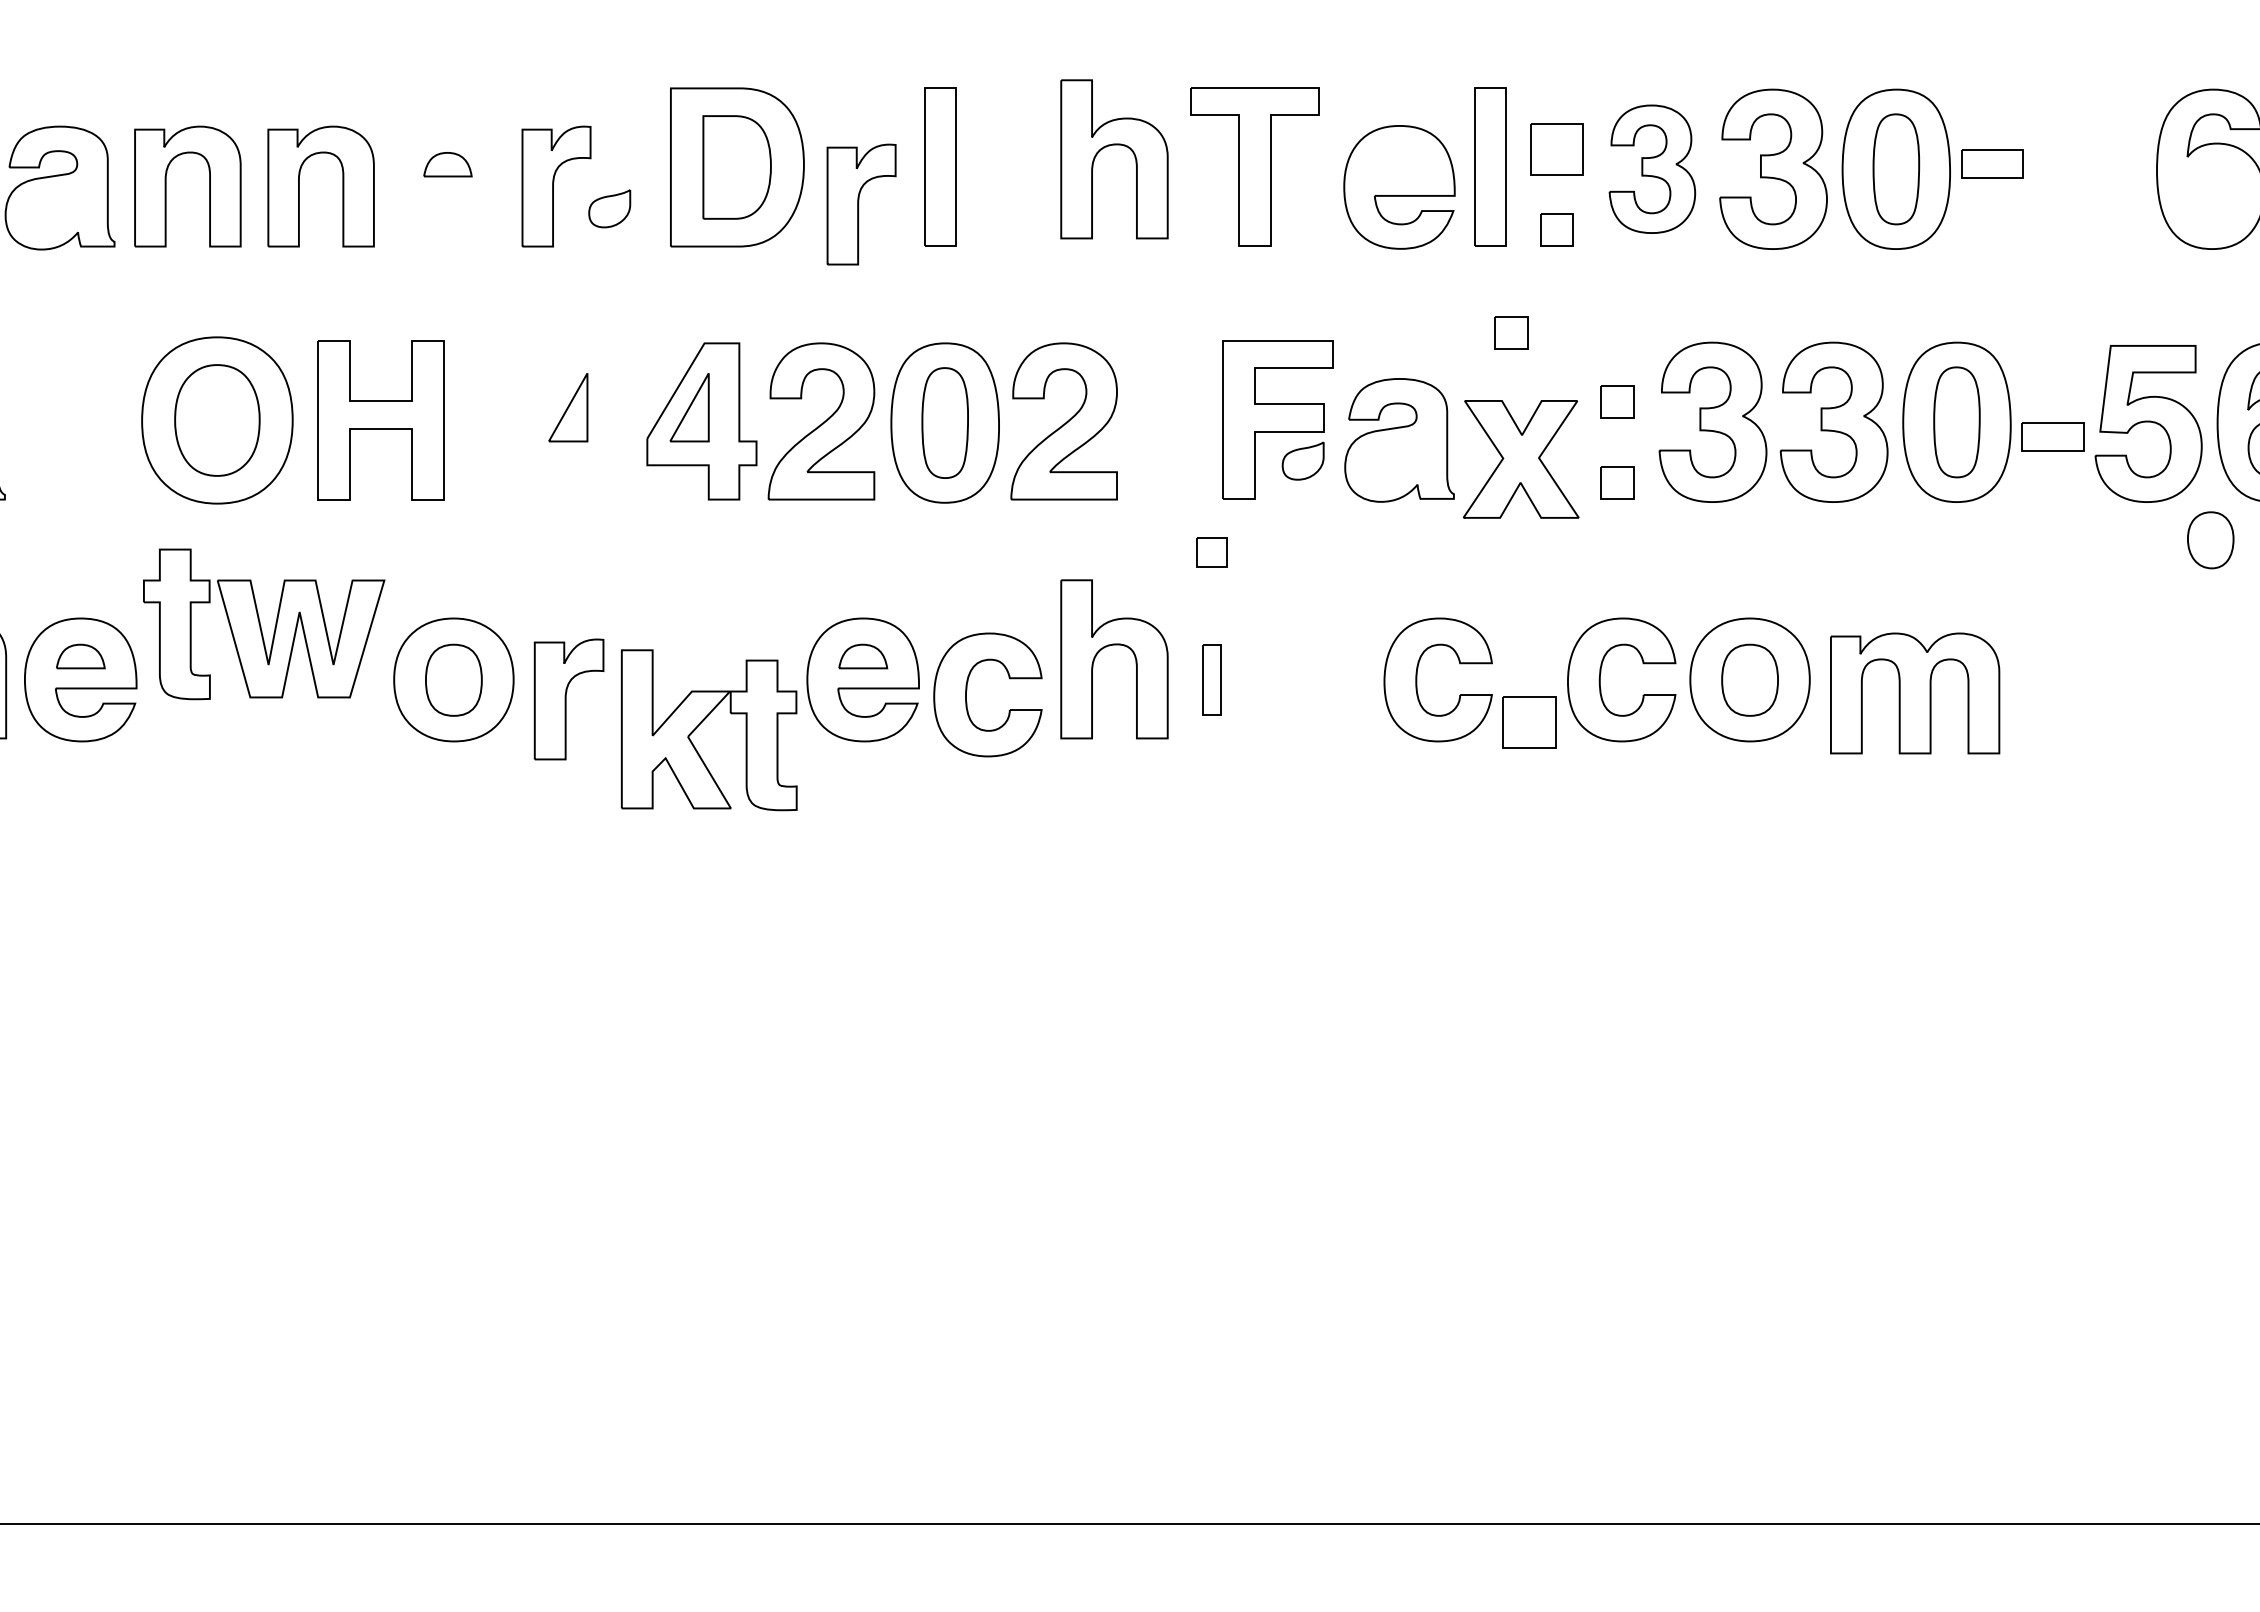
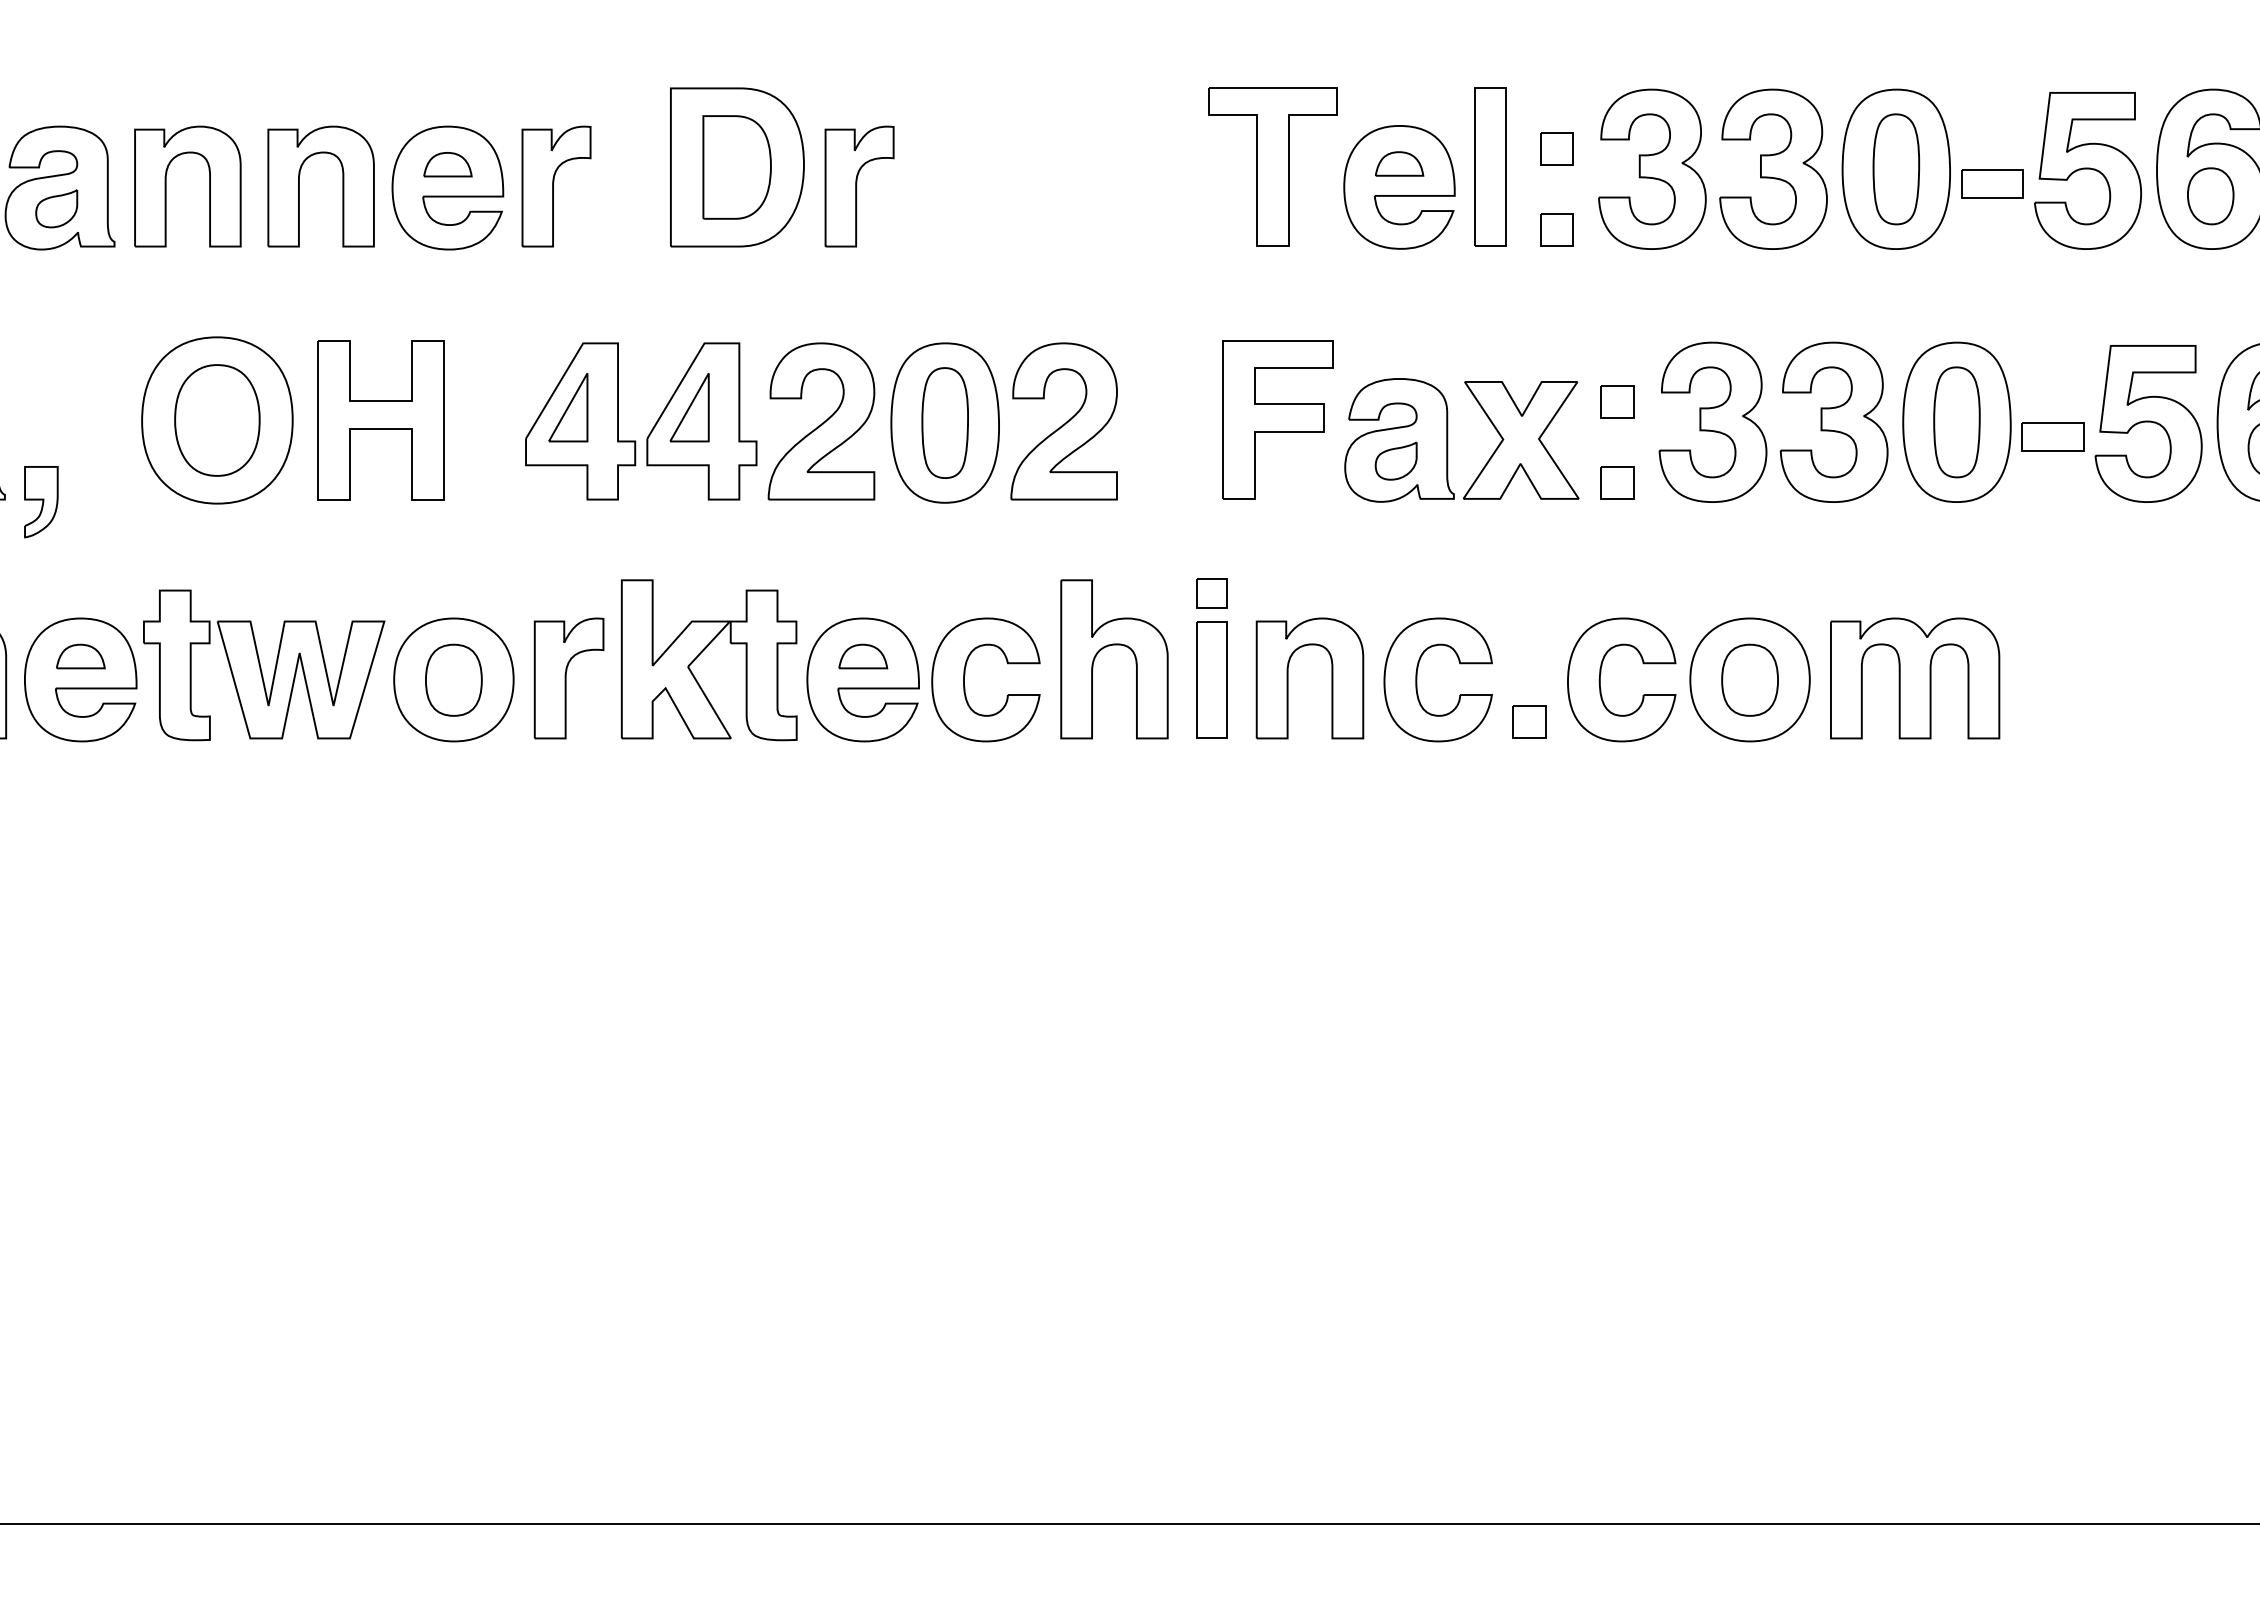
part at (1109, 146): present -> none
part at (1556, 149) size: 54x53 px -> 34x34 px
part at (1399, 163): none -> present
part at (1992, 163) position: (1992, 163) -> (1992, 183)
part at (940, 166): present -> none
part at (1254, 166) position: (1254, 166) -> (1272, 166)
part at (1652, 168) size: 89x130 px -> 109x162 px
part at (2087, 170): none -> present
part at (447, 187): none -> present
part at (861, 204) position: (861, 204) -> (859, 186)
part at (609, 208) position: (609, 208) -> (56, 208)
part at (1511, 332): present -> none
part at (580, 421): none -> present
part at (1521, 459) position: (1521, 459) -> (1521, 440)
part at (1302, 460) position: (1302, 460) -> (1395, 460)
part at (41, 502): none -> present
part at (2210, 540) position: (2210, 540) -> (2210, 196)
part at (1211, 552) position: (1211, 552) -> (1211, 593)
part at (264, 624) position: (264, 624) -> (264, 665)
part at (1288, 678): none -> present
part at (1211, 679) size: 20x72 px -> 32x118 px
part at (967, 690) position: (967, 690) -> (965, 675)
part at (1915, 693) position: (1915, 693) -> (1915, 678)
part at (568, 699) position: (568, 699) -> (568, 678)
part at (702, 722) position: (702, 722) -> (702, 652)
part at (1529, 722) size: 55x53 px -> 35x34 px
